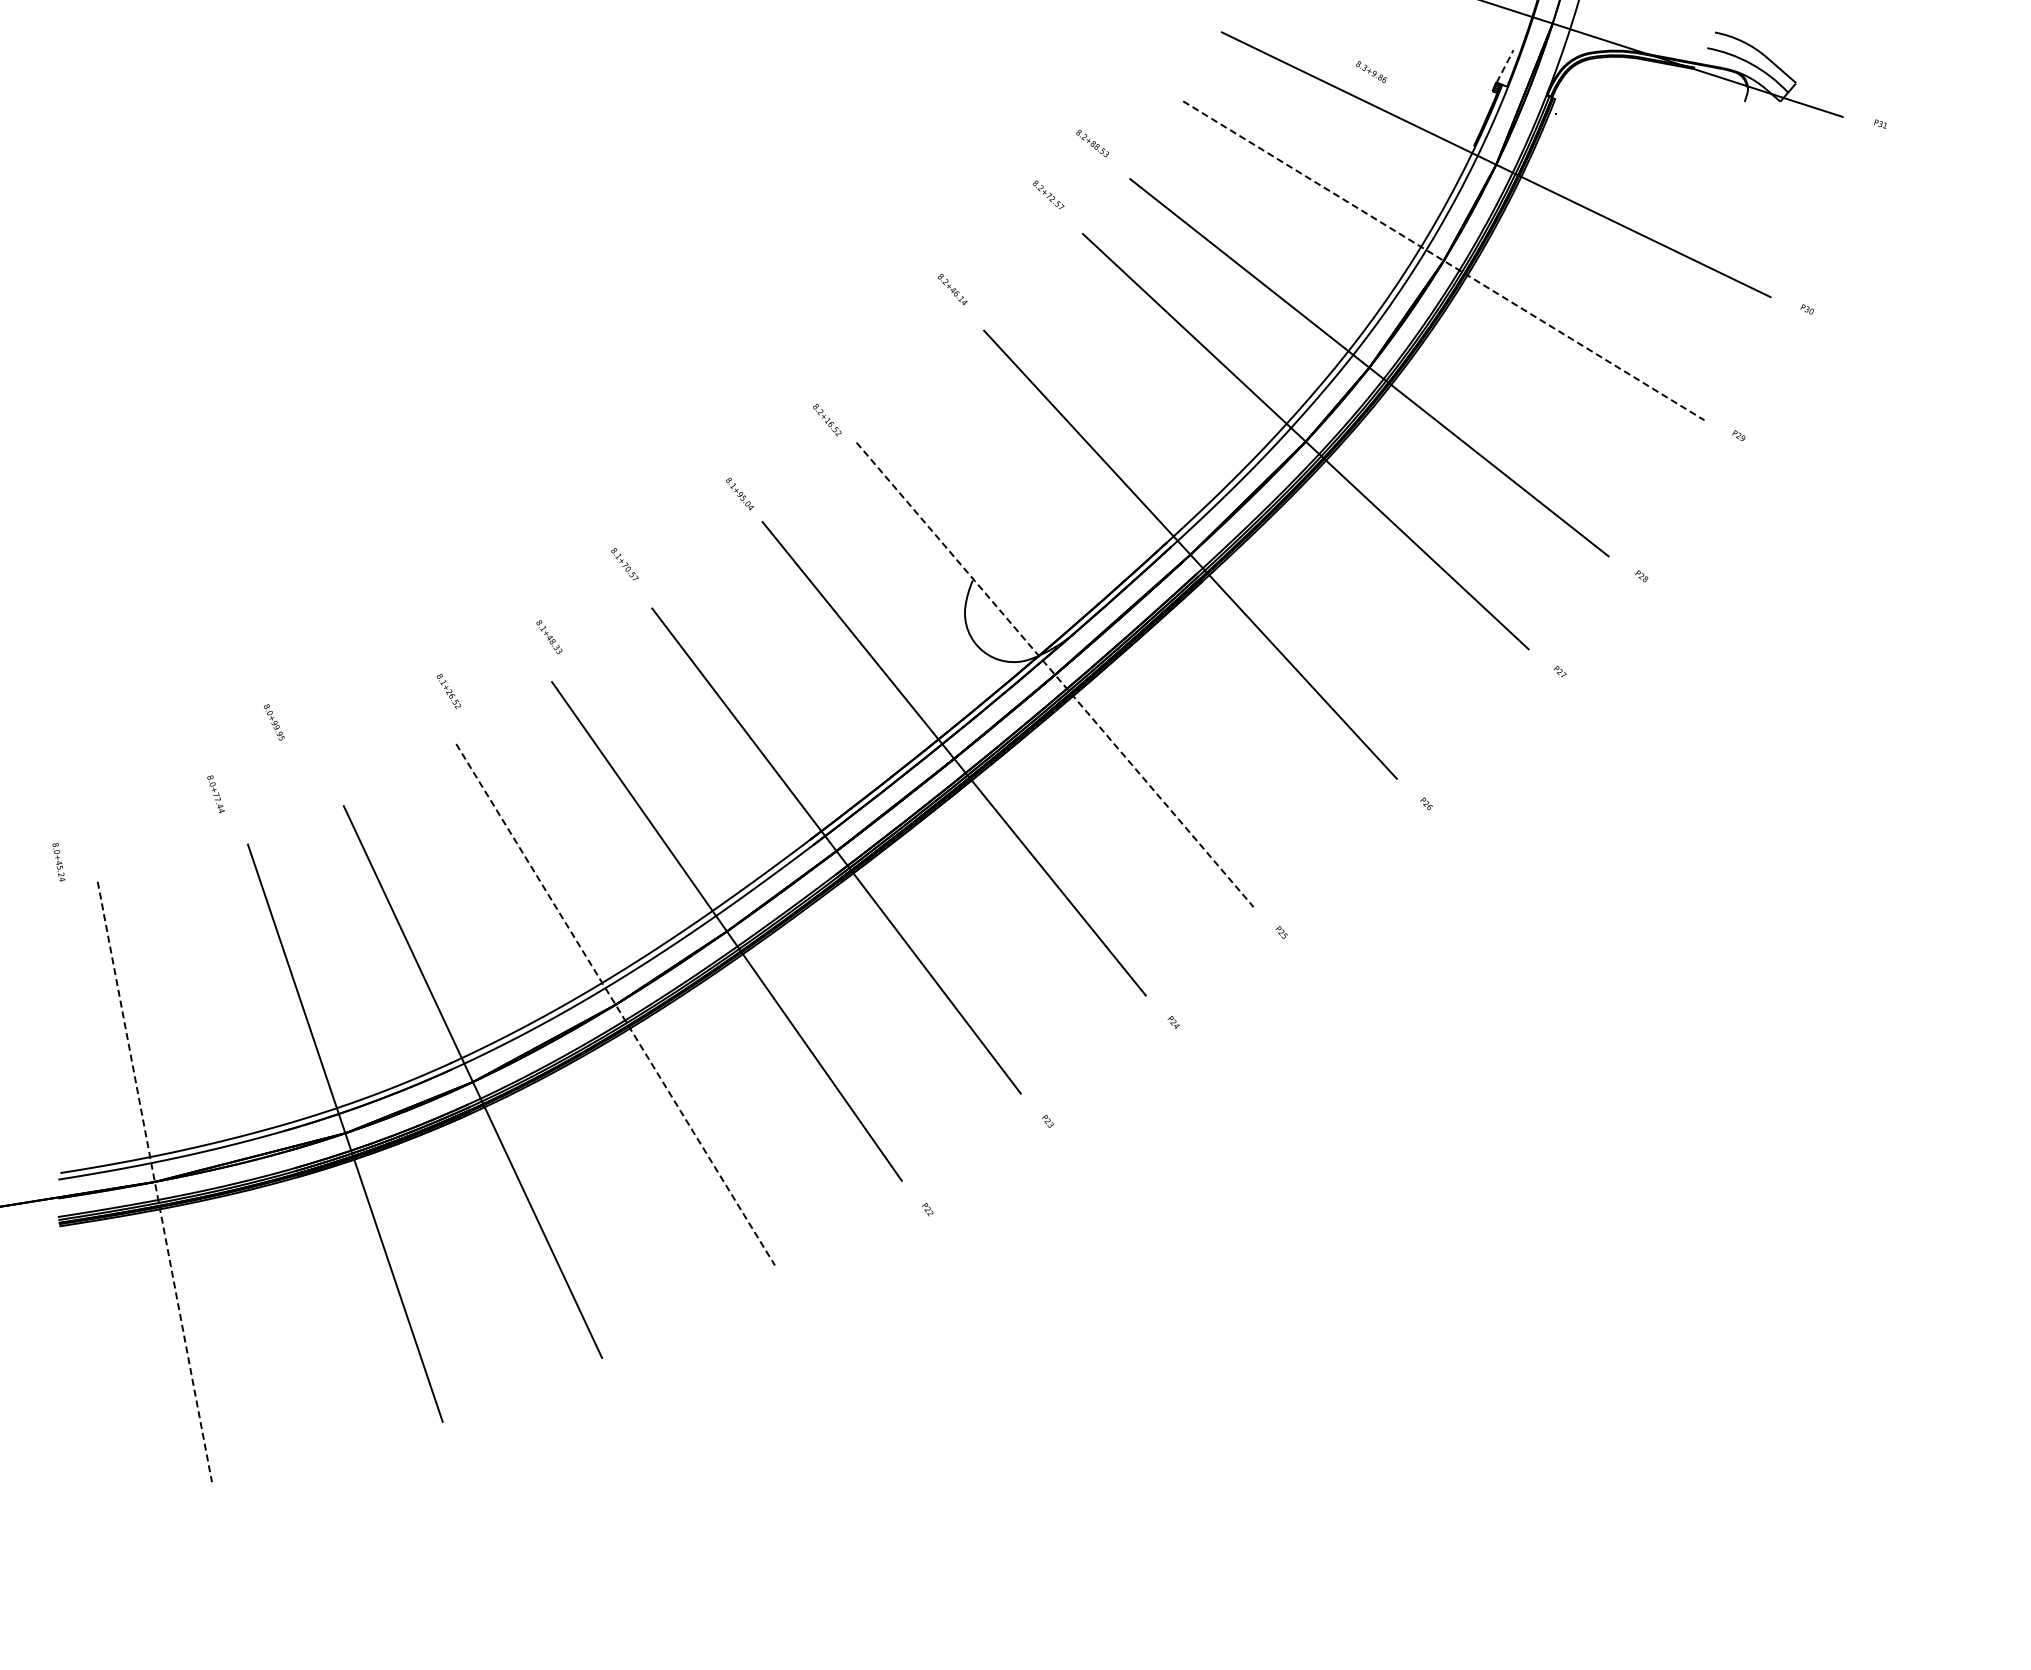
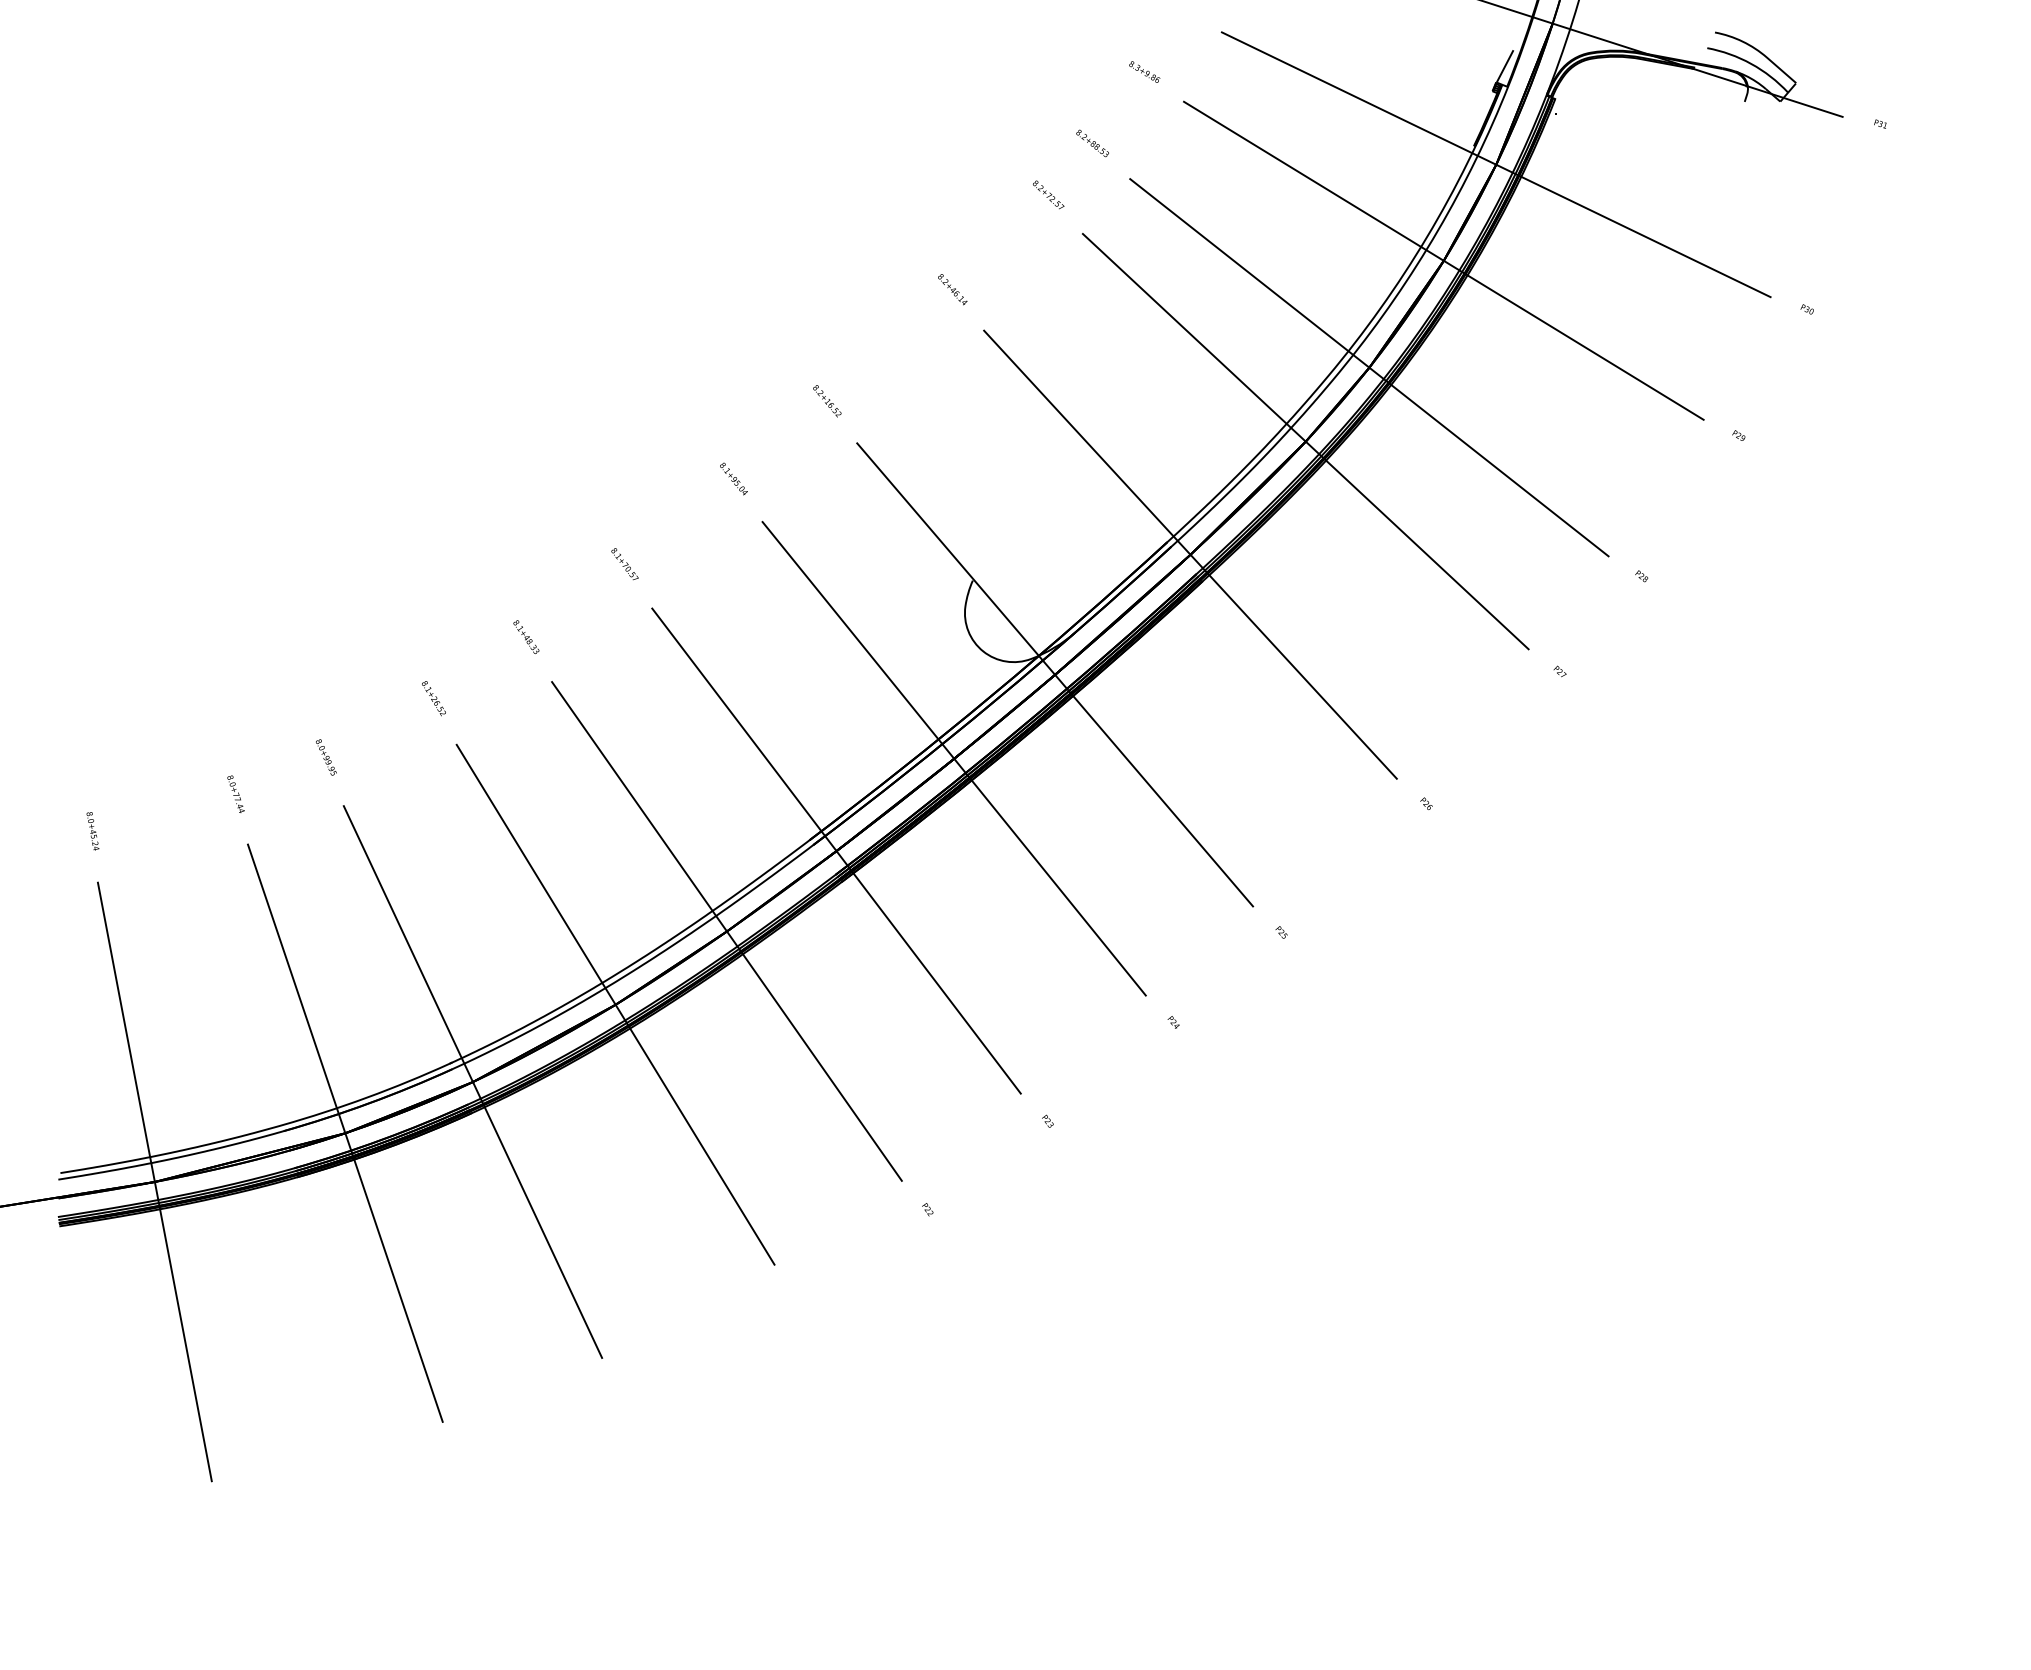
line at (1505, 65): dashed -> solid
text at (1371, 71) position: (1371, 71) -> (1144, 71)
line at (1443, 260): dashed -> solid
text at (827, 420) position: (827, 420) -> (827, 401)
text at (739, 493) position: (739, 493) -> (733, 478)
text at (549, 636) position: (549, 636) -> (526, 636)
line at (1055, 674): dashed -> solid
text at (448, 691) position: (448, 691) -> (433, 698)
text at (274, 722) position: (274, 722) -> (326, 757)
text at (215, 793) position: (215, 793) -> (235, 793)
text at (58, 862) position: (58, 862) -> (92, 831)
line at (615, 1004): dashed -> solid
line at (154, 1181): dashed -> solid
